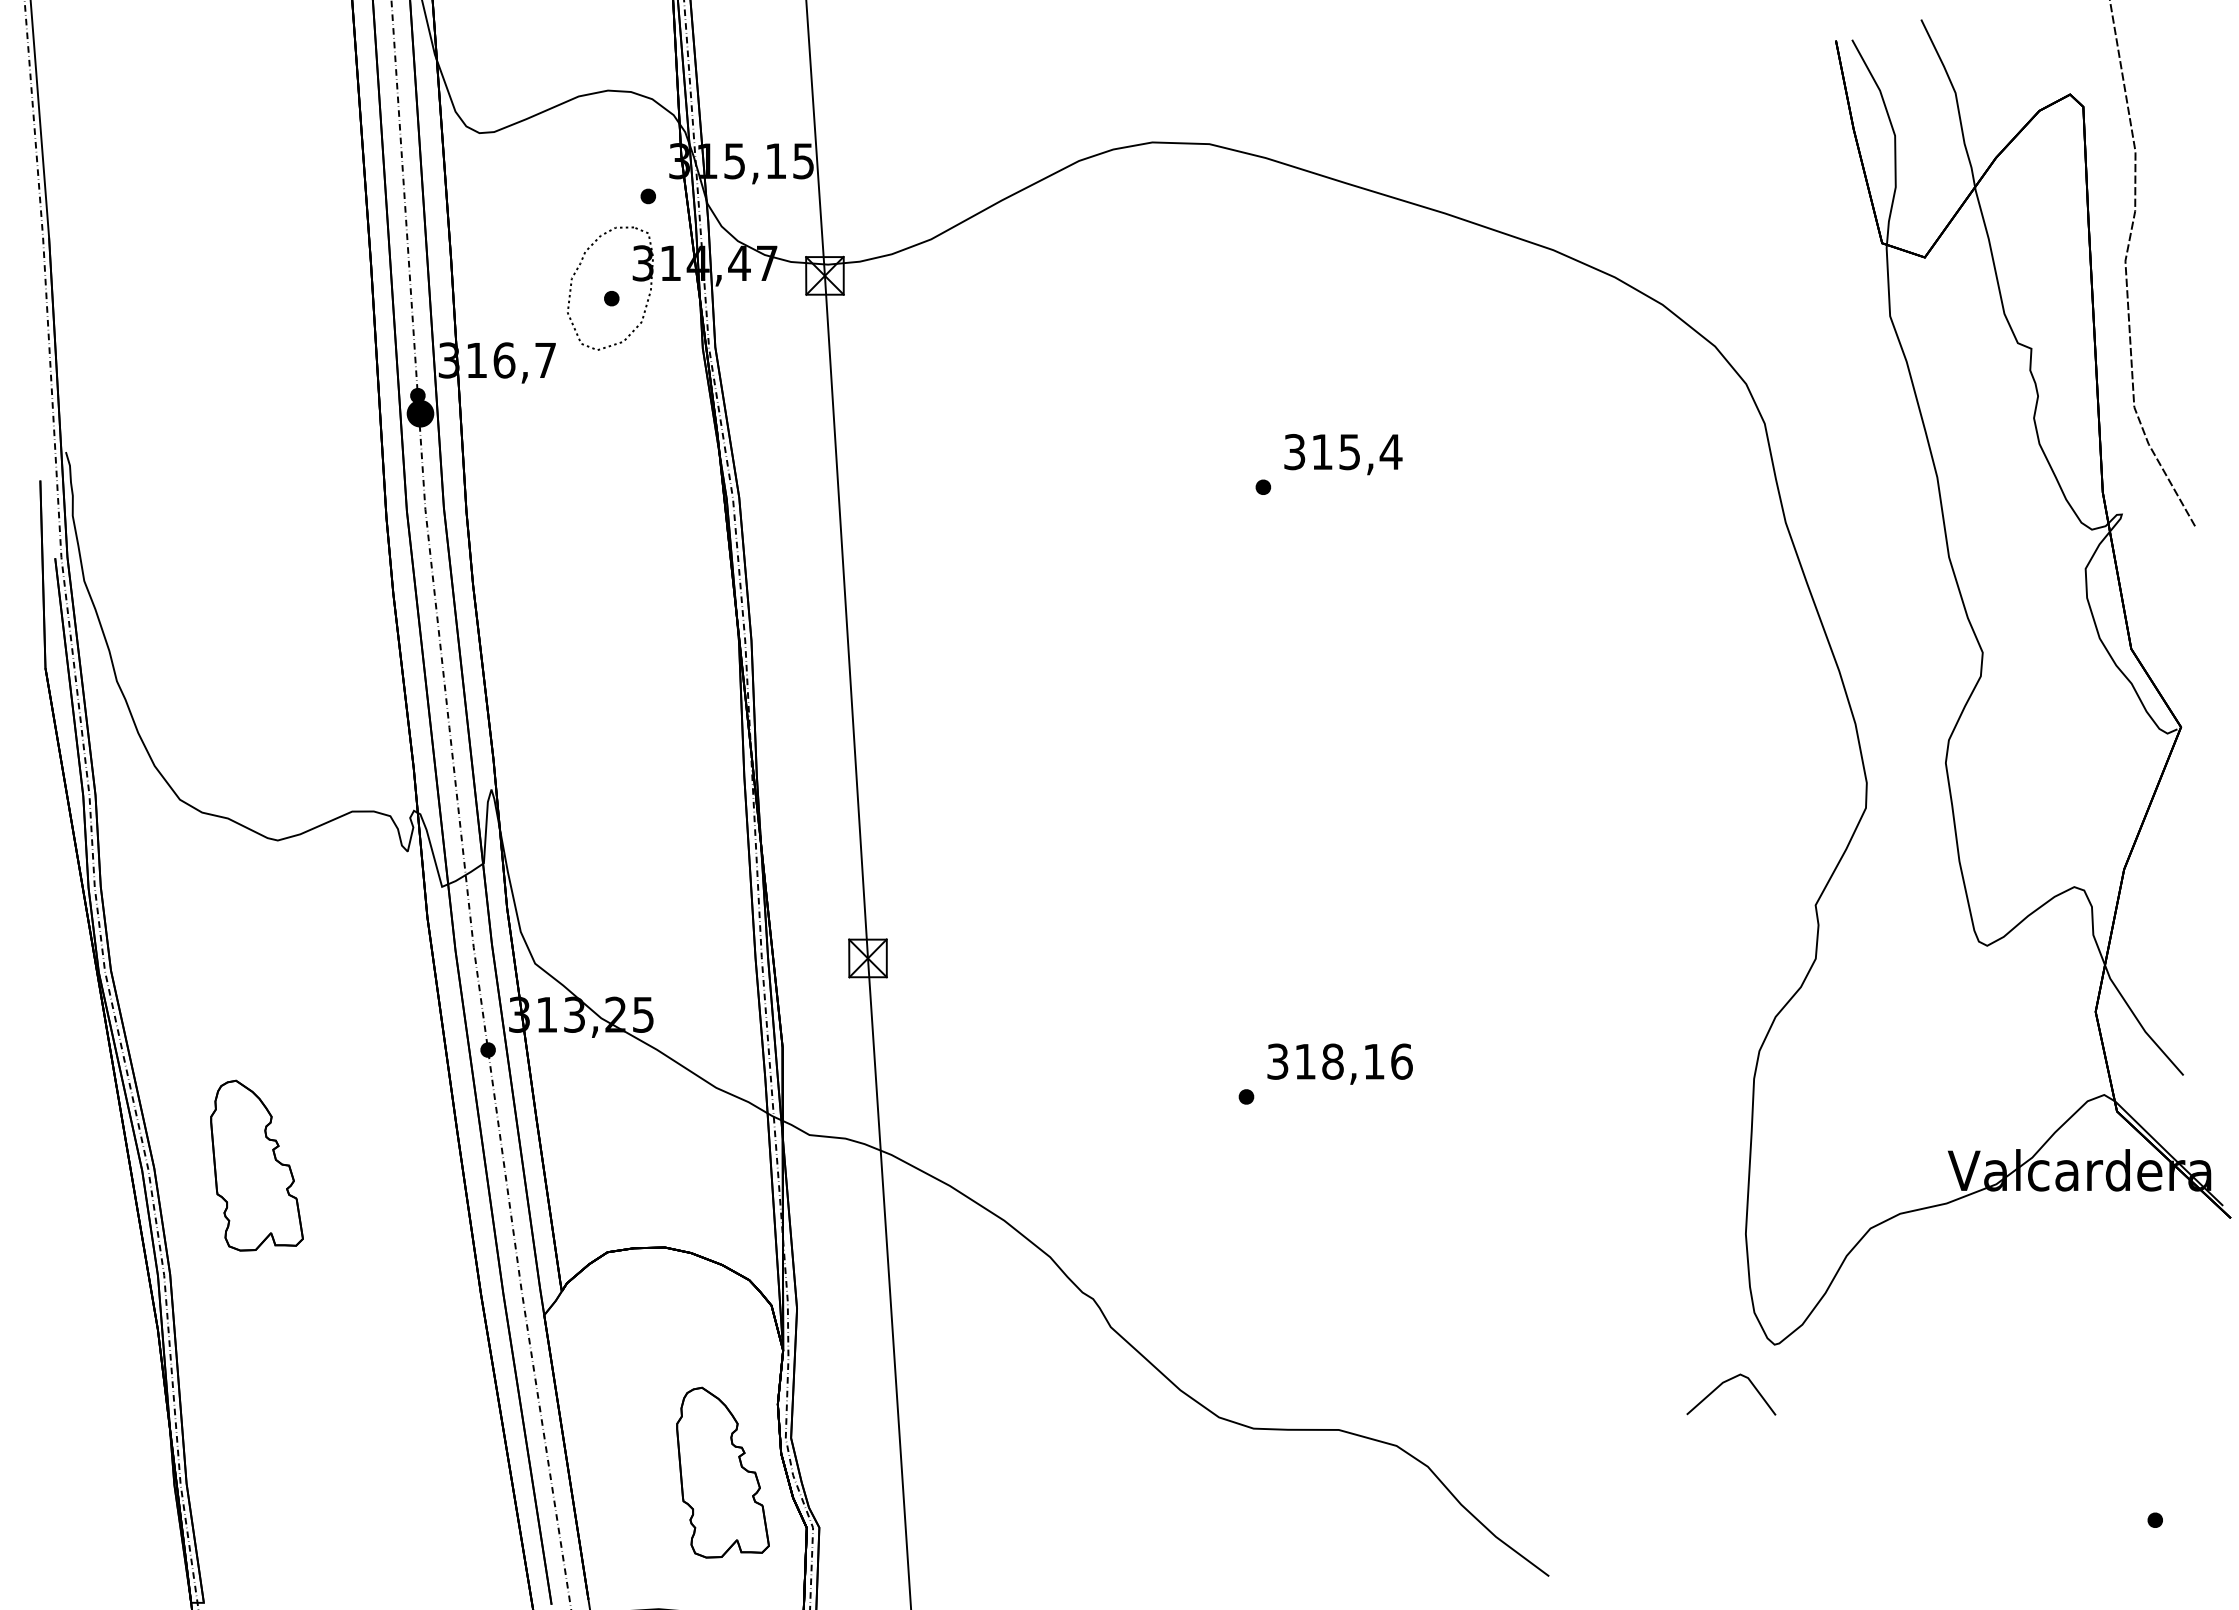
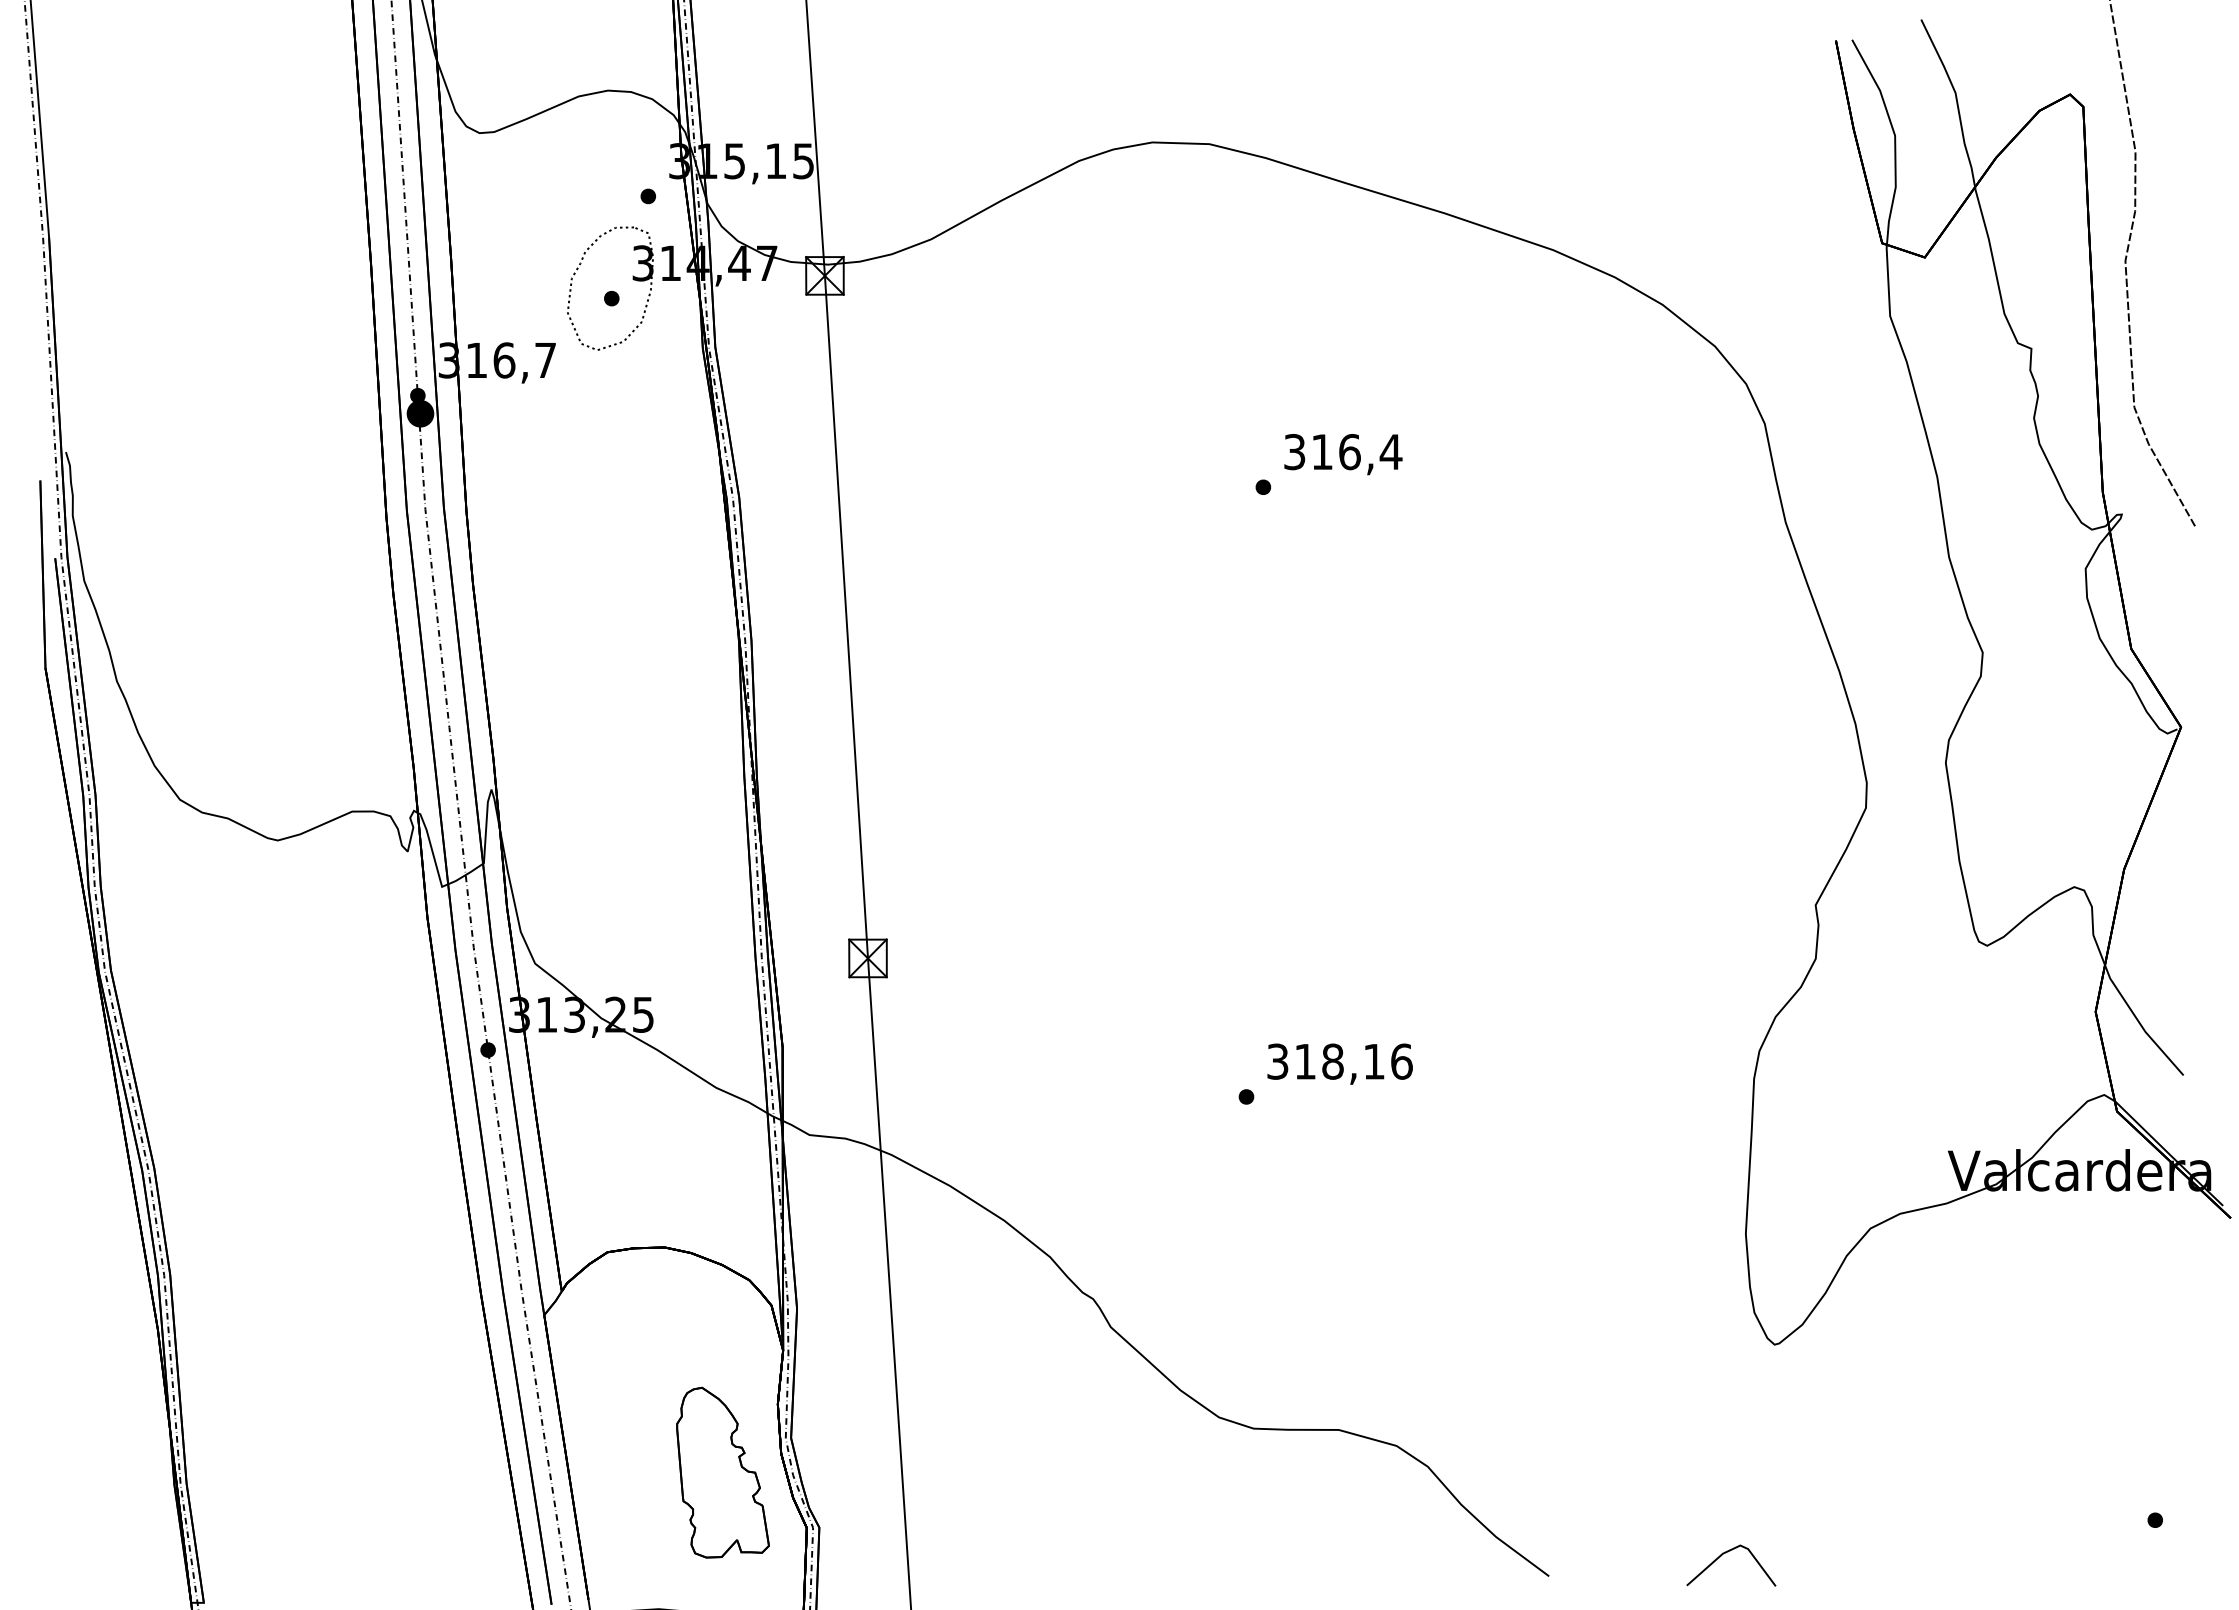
text at (1349, 452): 315,4 -> 316,4
part at (256, 1165): present -> none
line at (1728, 1381) position: (1728, 1381) -> (1728, 1552)
